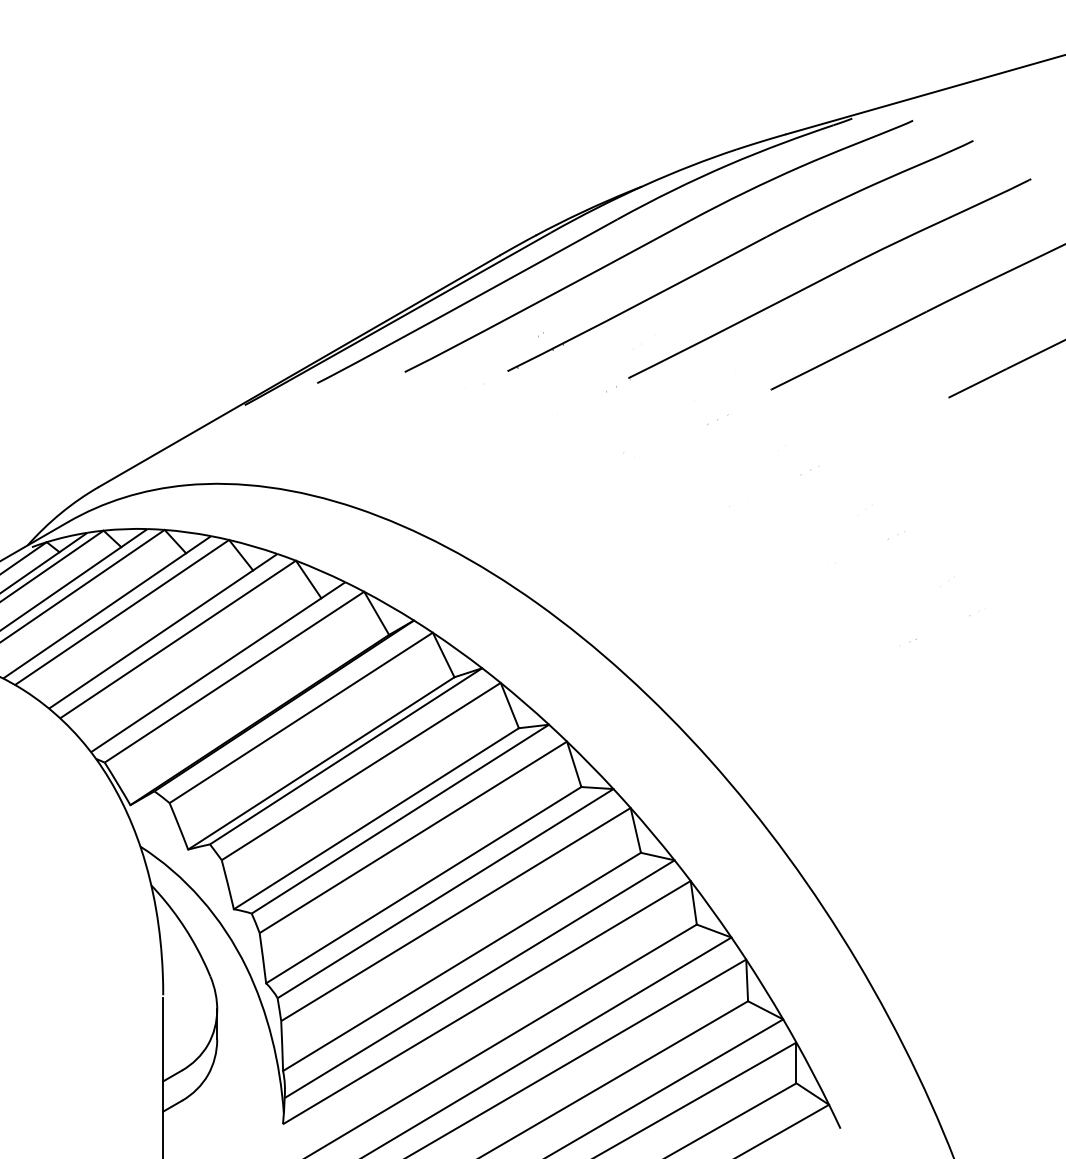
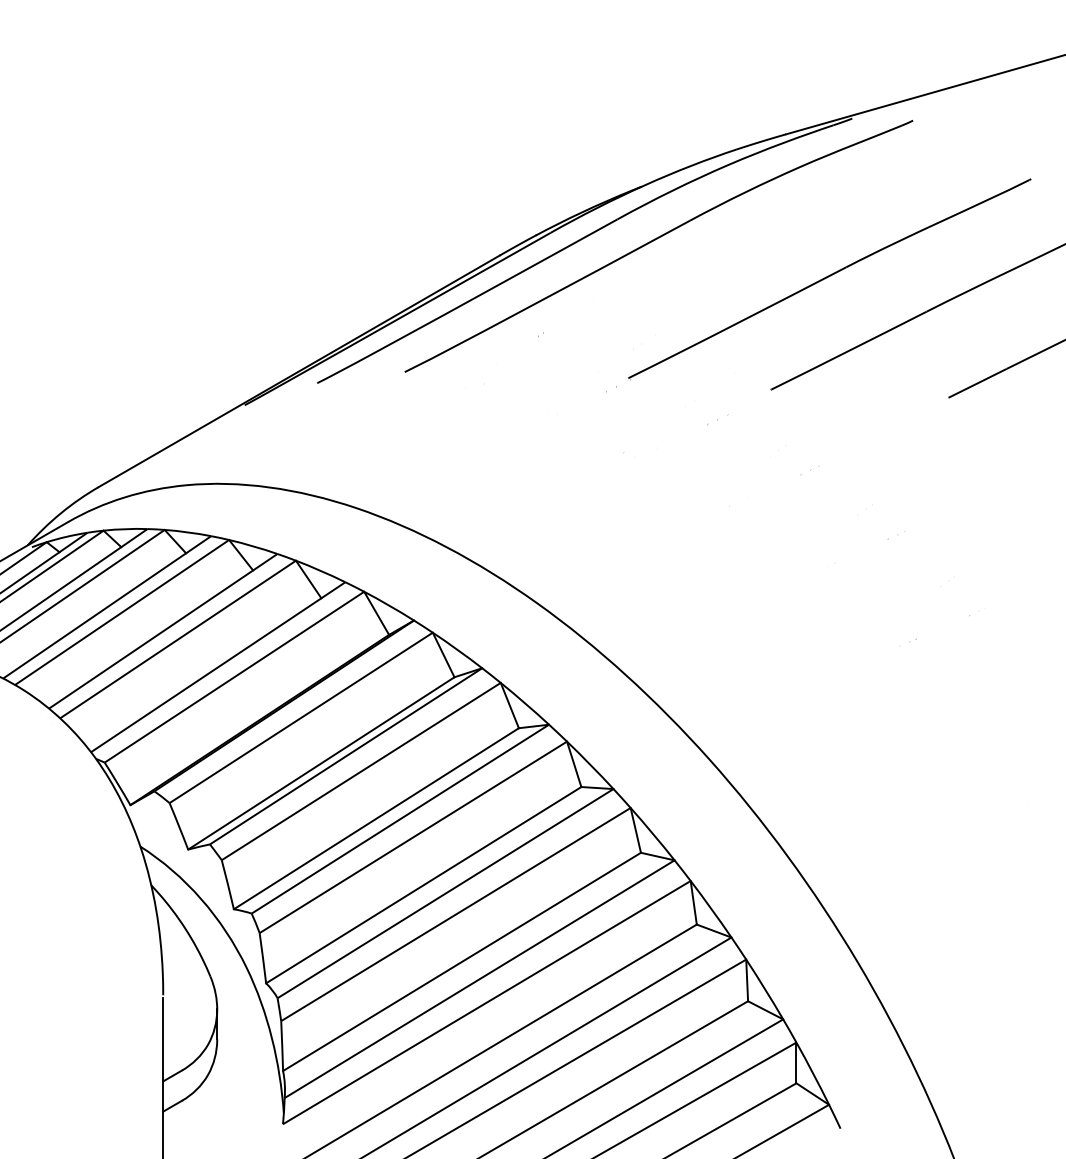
part at (740, 255): present -> none
